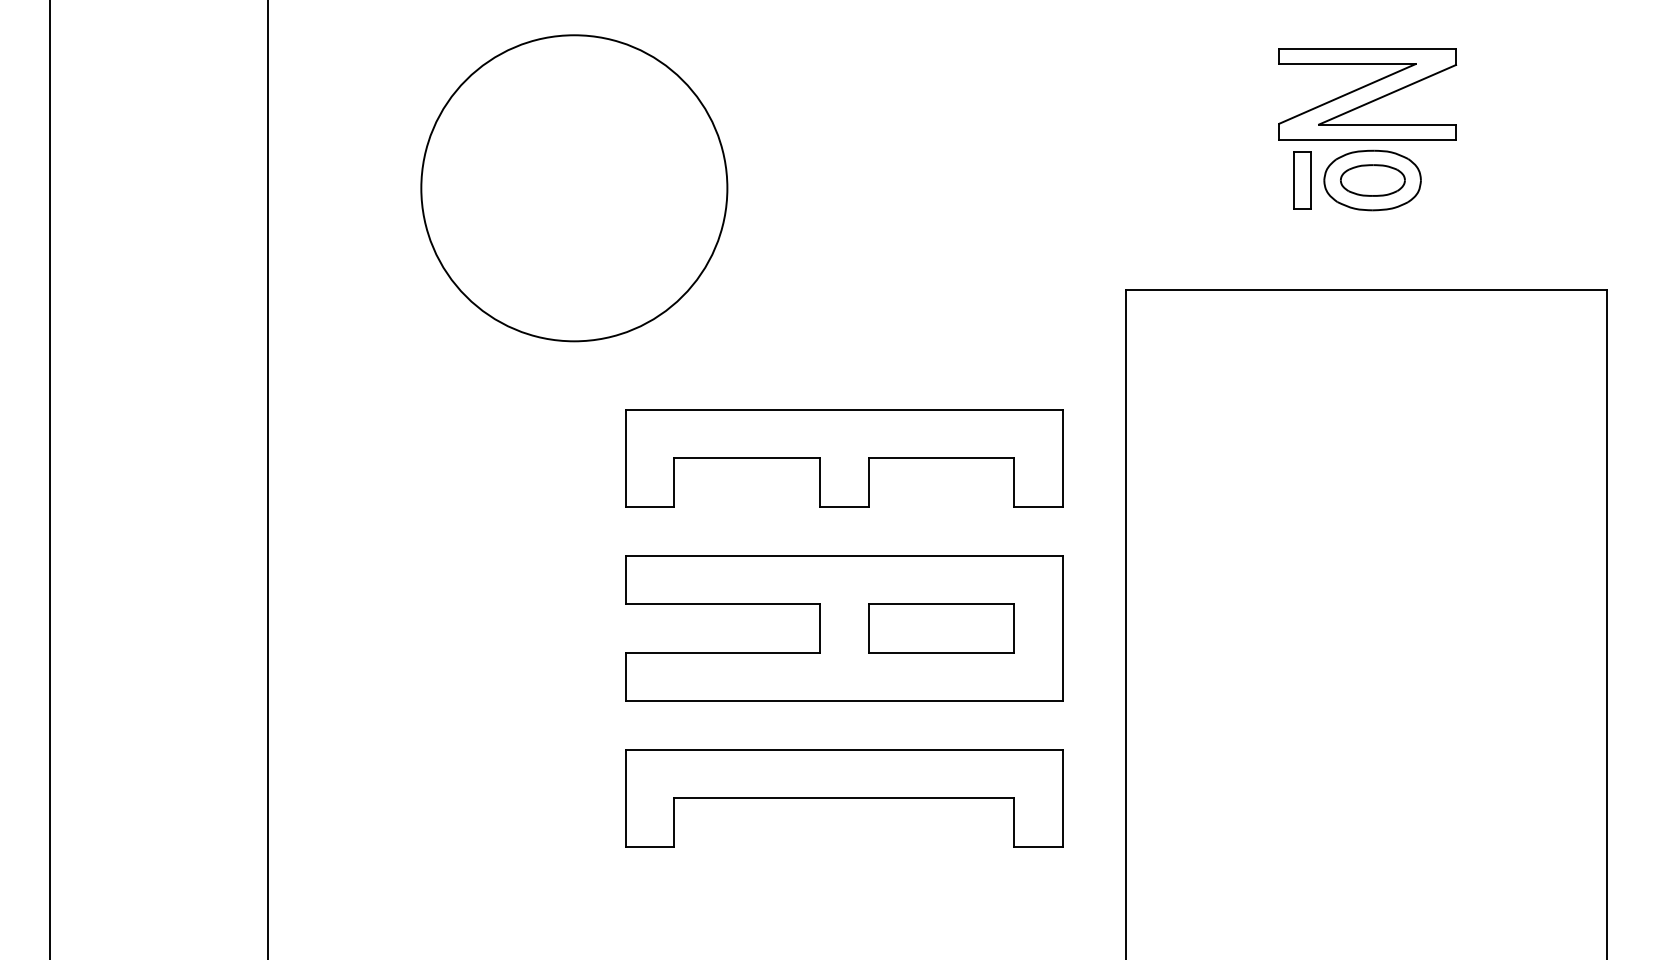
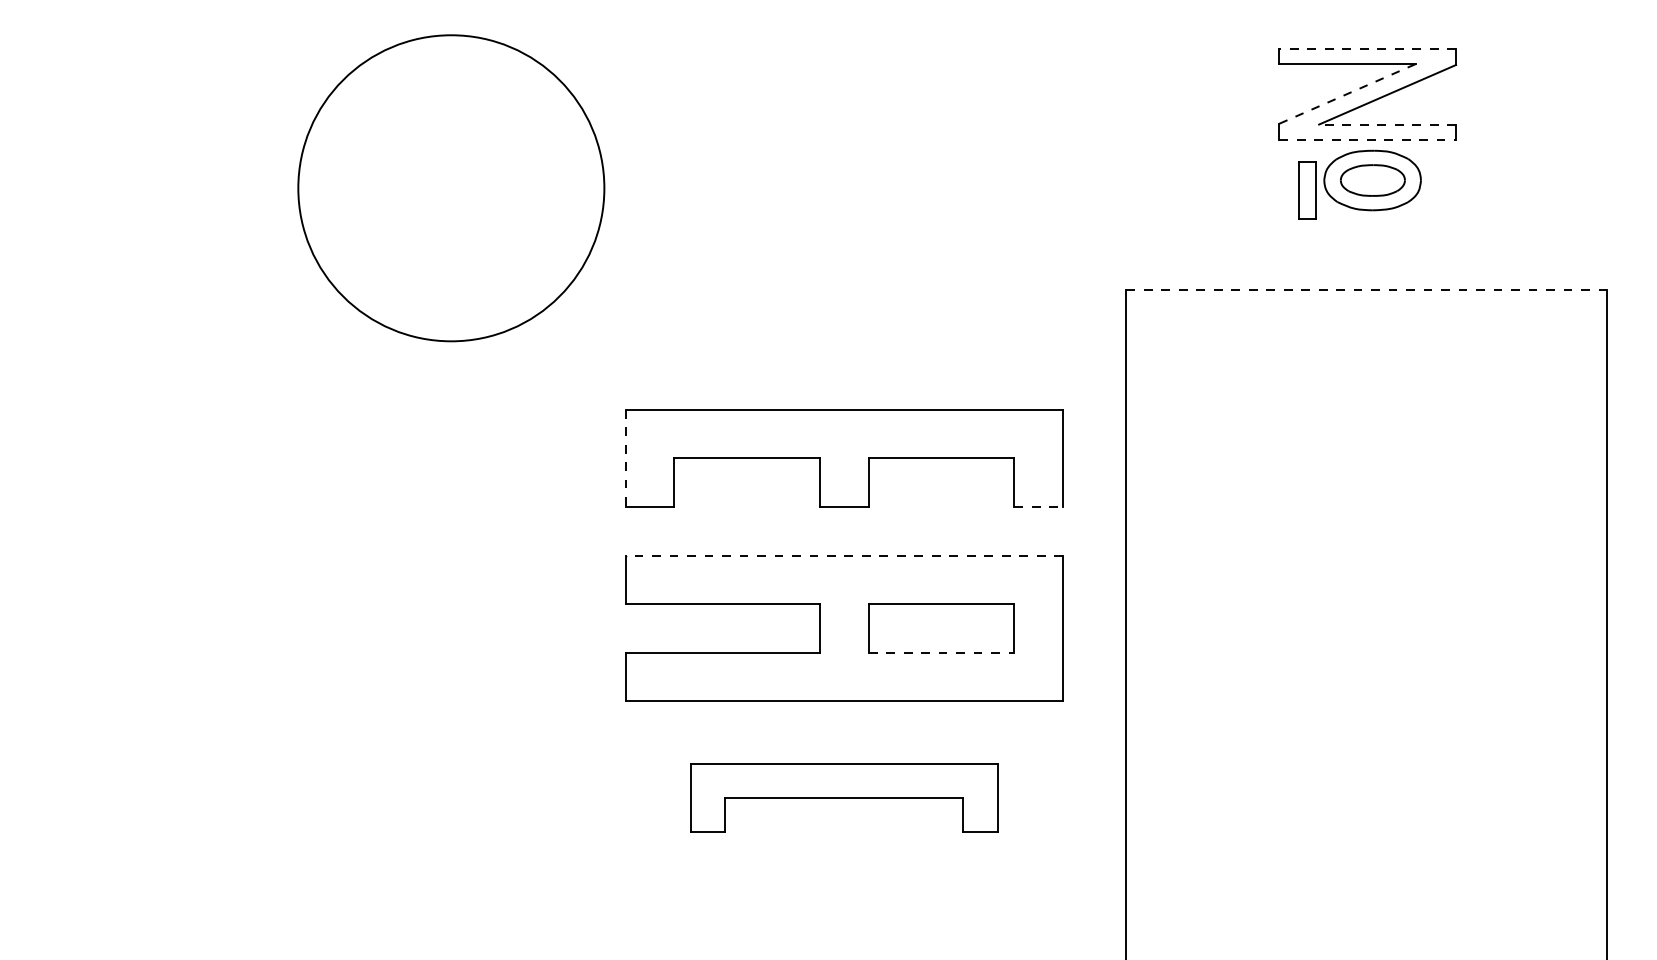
line at (1367, 49): solid -> dashed
line at (1347, 94): solid -> dashed
line at (1387, 124): solid -> dashed
line at (1368, 139): solid -> dashed
part at (1302, 180) position: (1302, 180) -> (1307, 190)
circle at (574, 188) position: (574, 188) -> (451, 188)
line at (1366, 290): solid -> dashed
line at (625, 458): solid -> dashed
line at (49, 479): present -> none
line at (268, 479): present -> none
line at (1039, 507): solid -> dashed
line at (844, 555): solid -> dashed
line at (941, 652): solid -> dashed
part at (844, 798) size: 439x99 px -> 309x70 px
